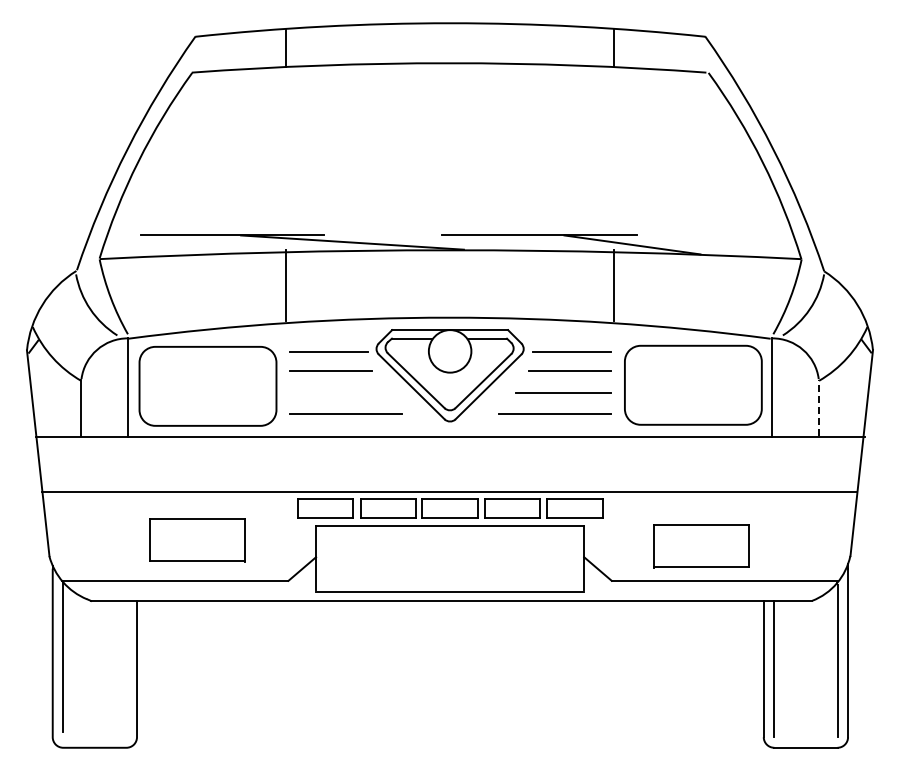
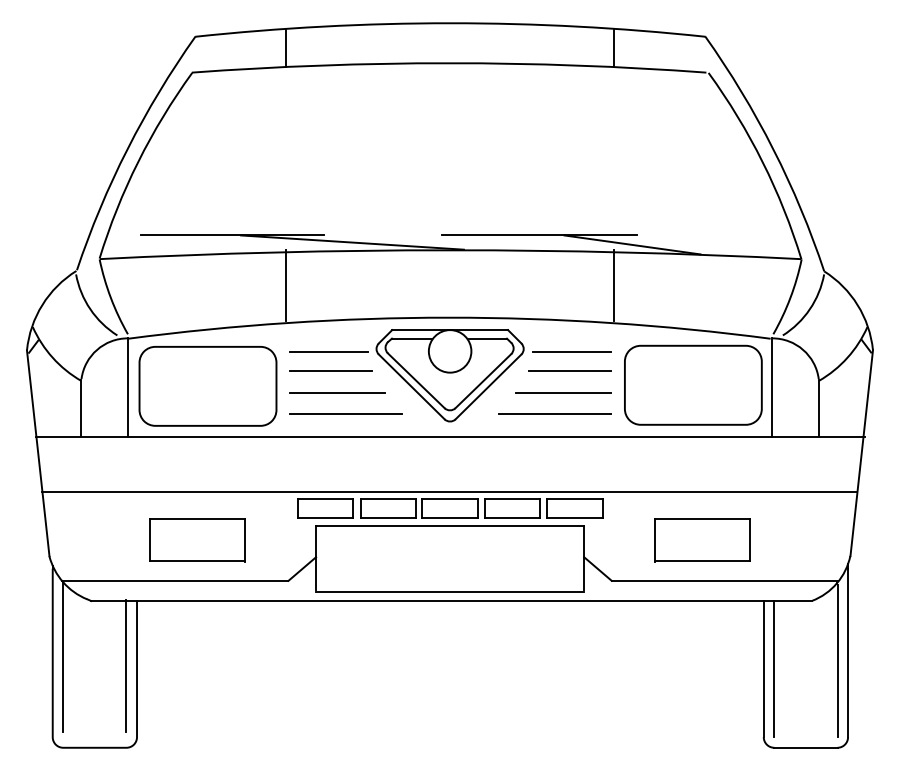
line at (337, 392): none -> present
line at (818, 407): dashed -> solid
part at (701, 546) position: (701, 546) -> (702, 540)
line at (126, 665): none -> present
